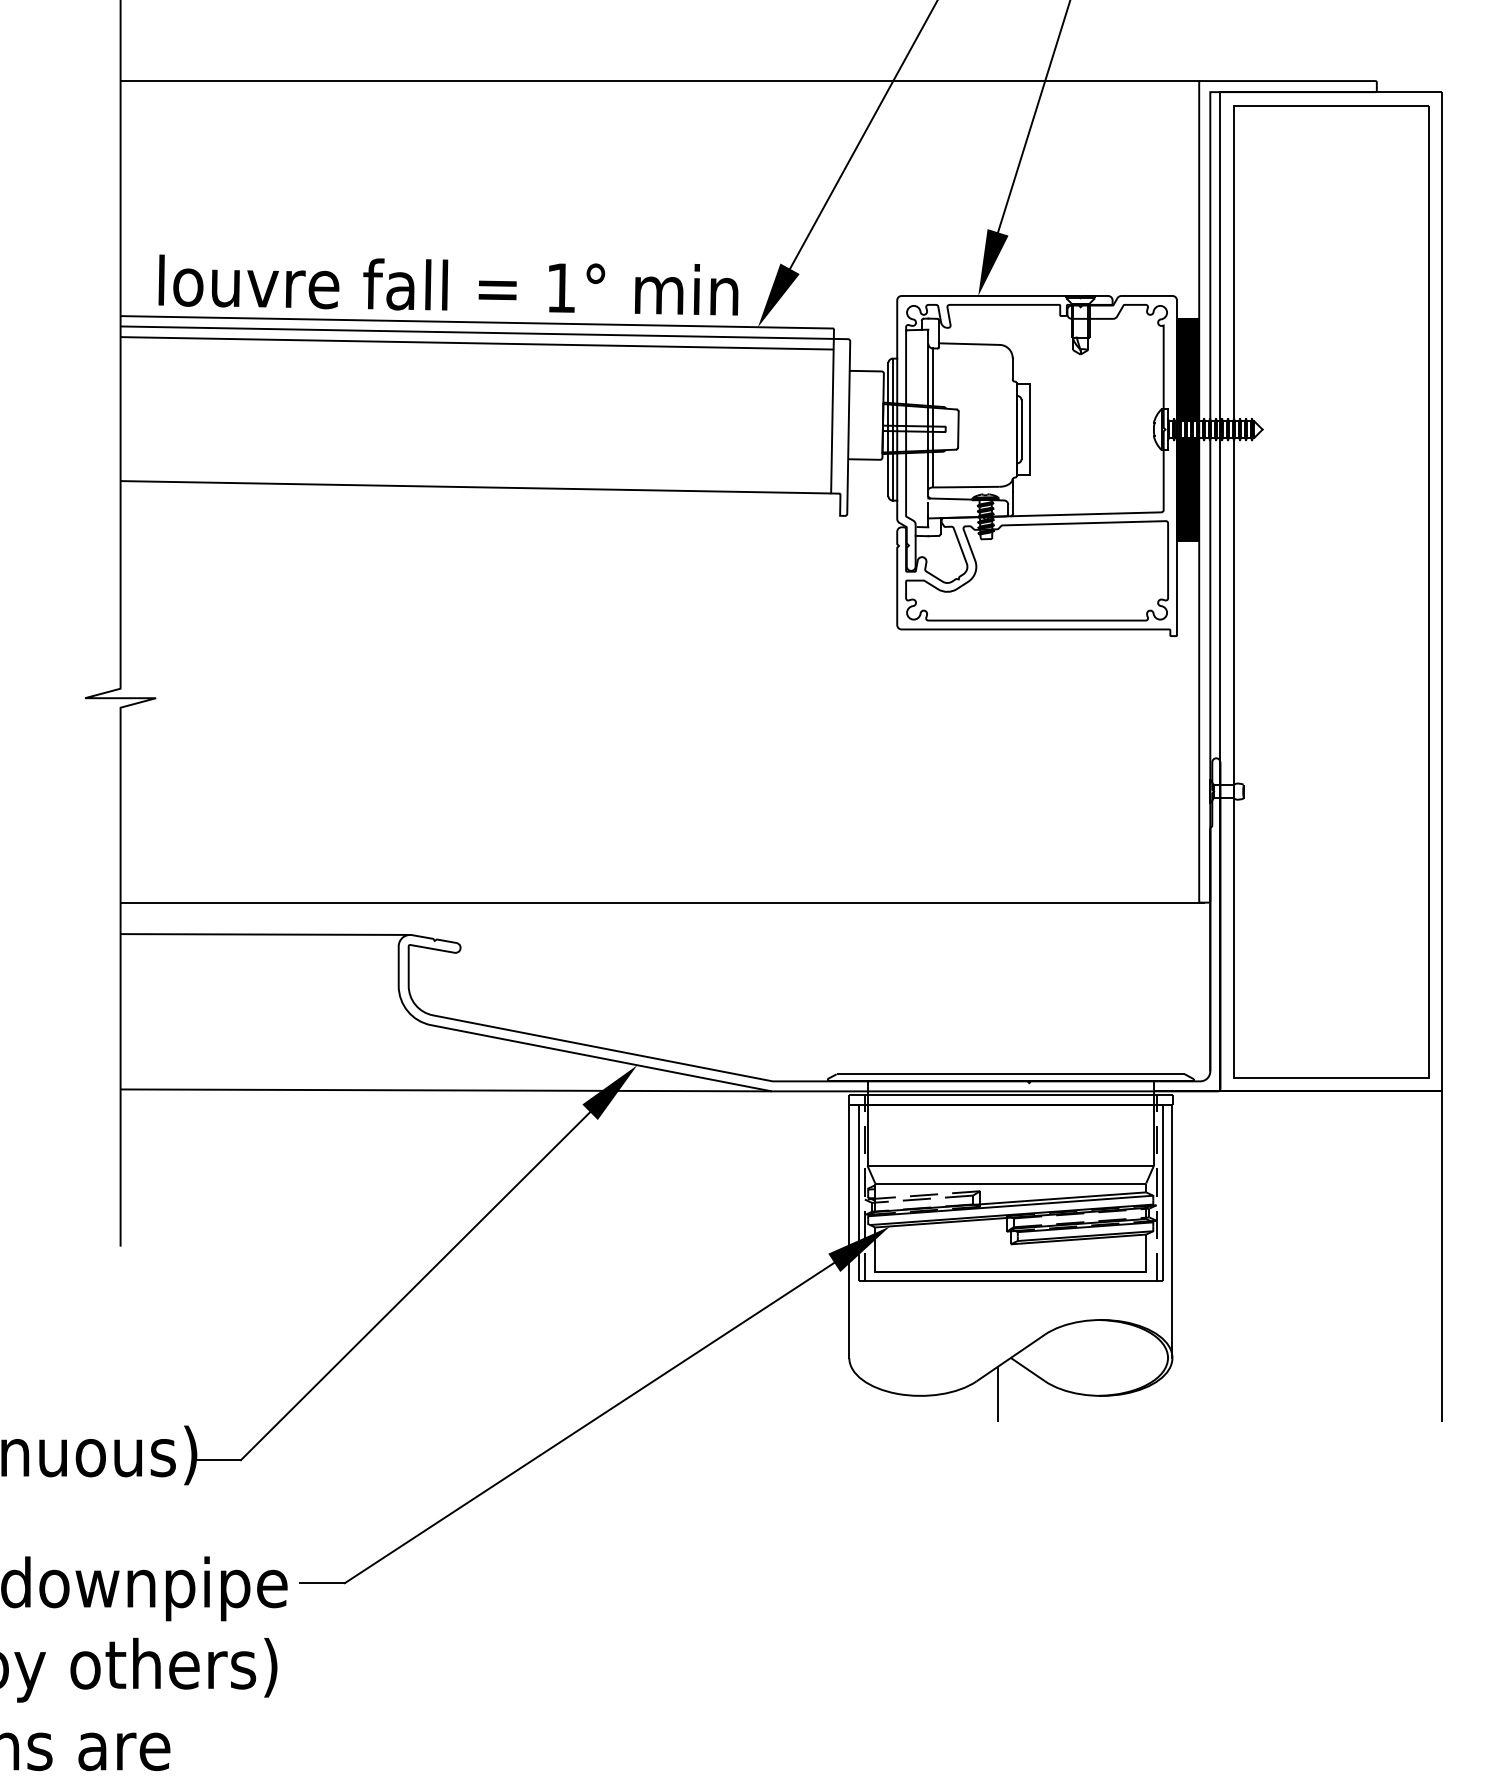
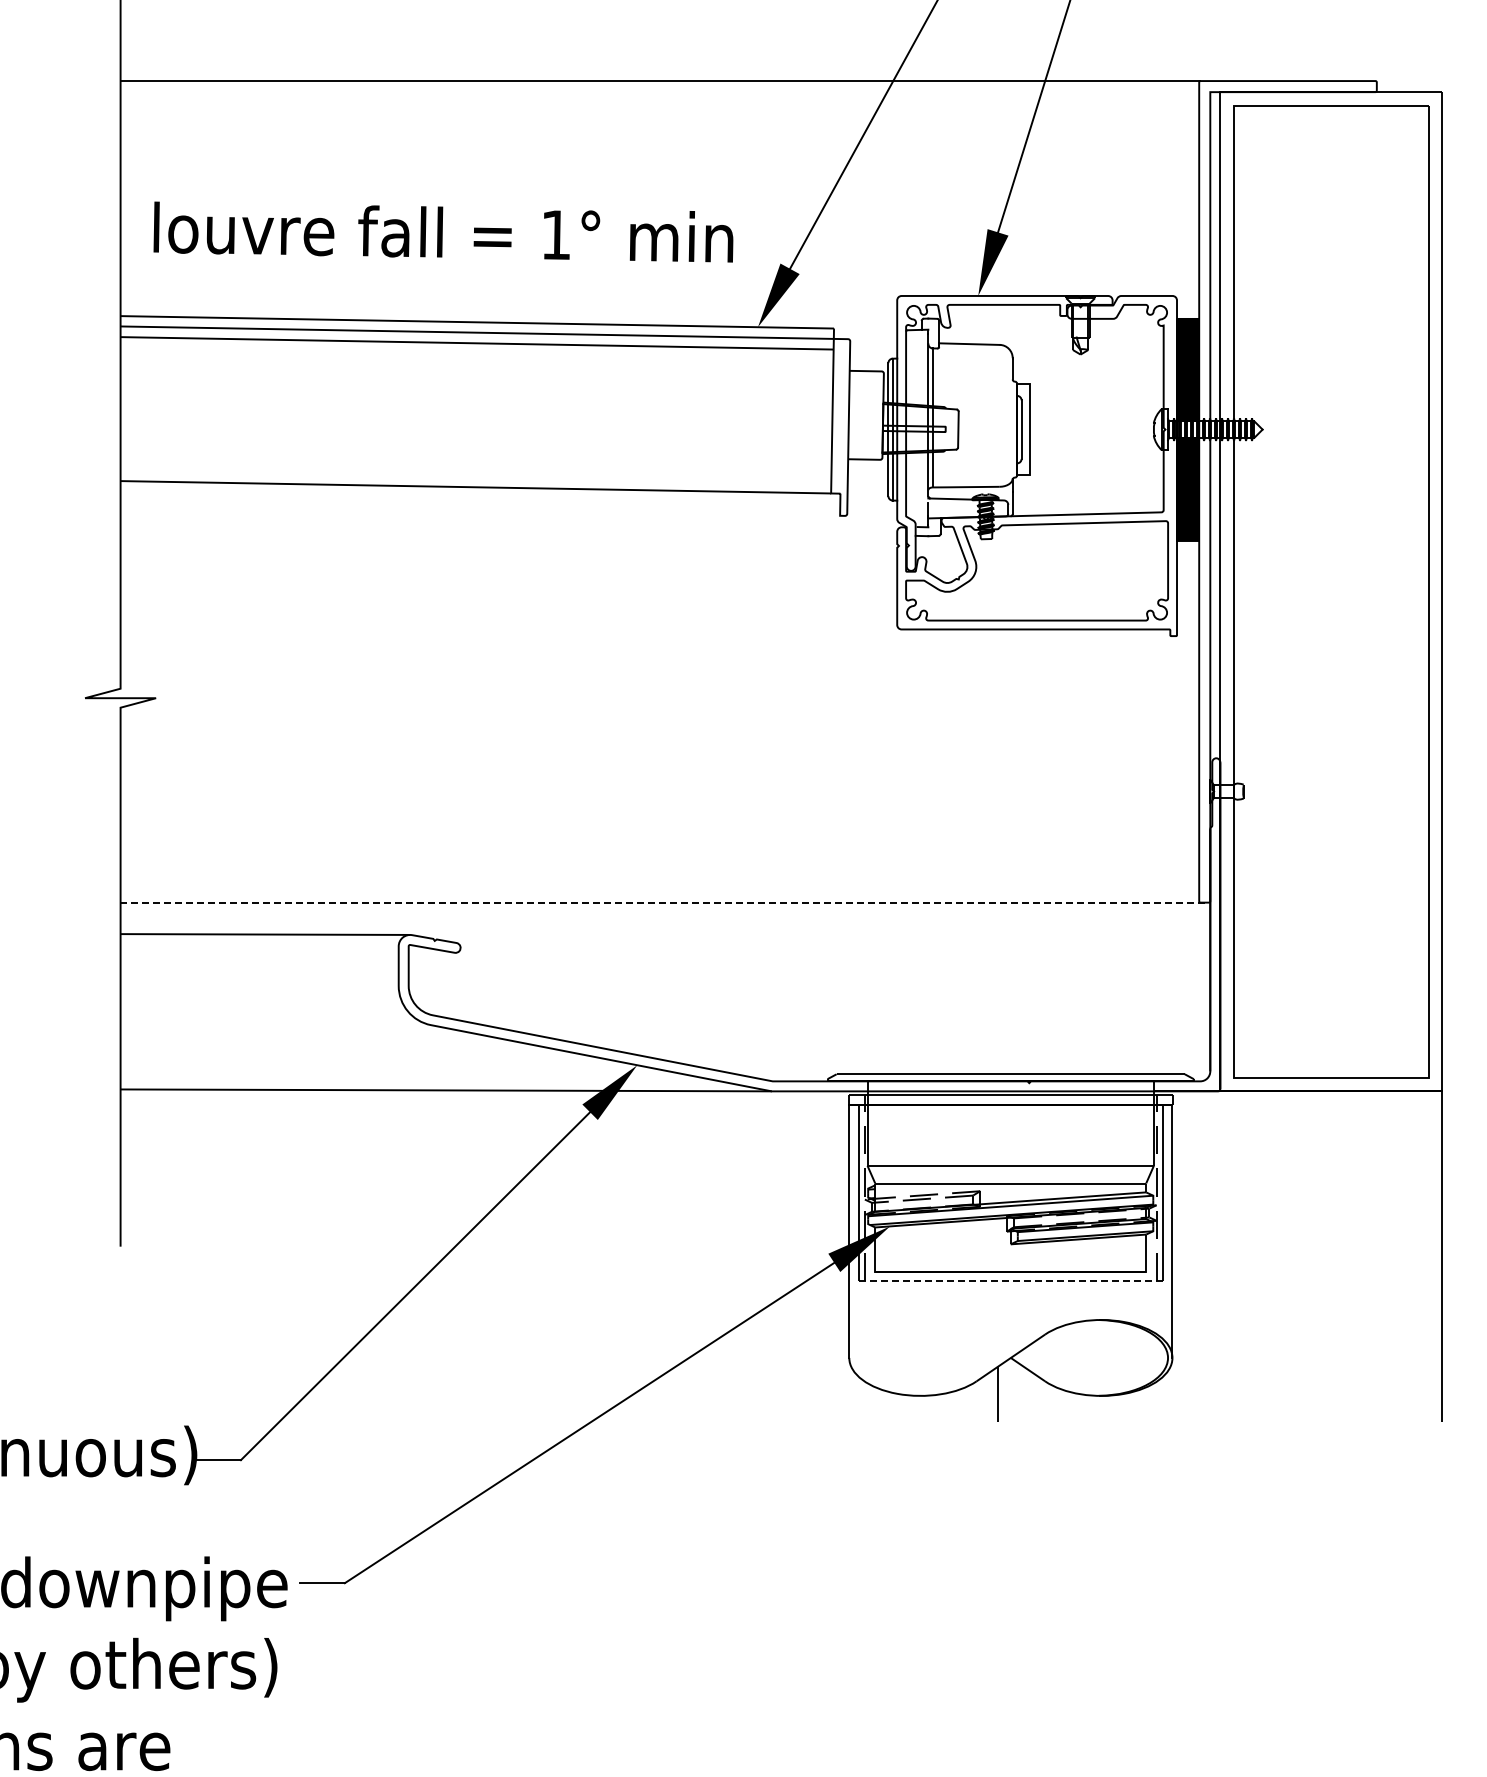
text at (448, 284) position: (448, 284) -> (443, 231)
line at (662, 902): solid -> dashed
line at (1011, 1281): solid -> dashed
